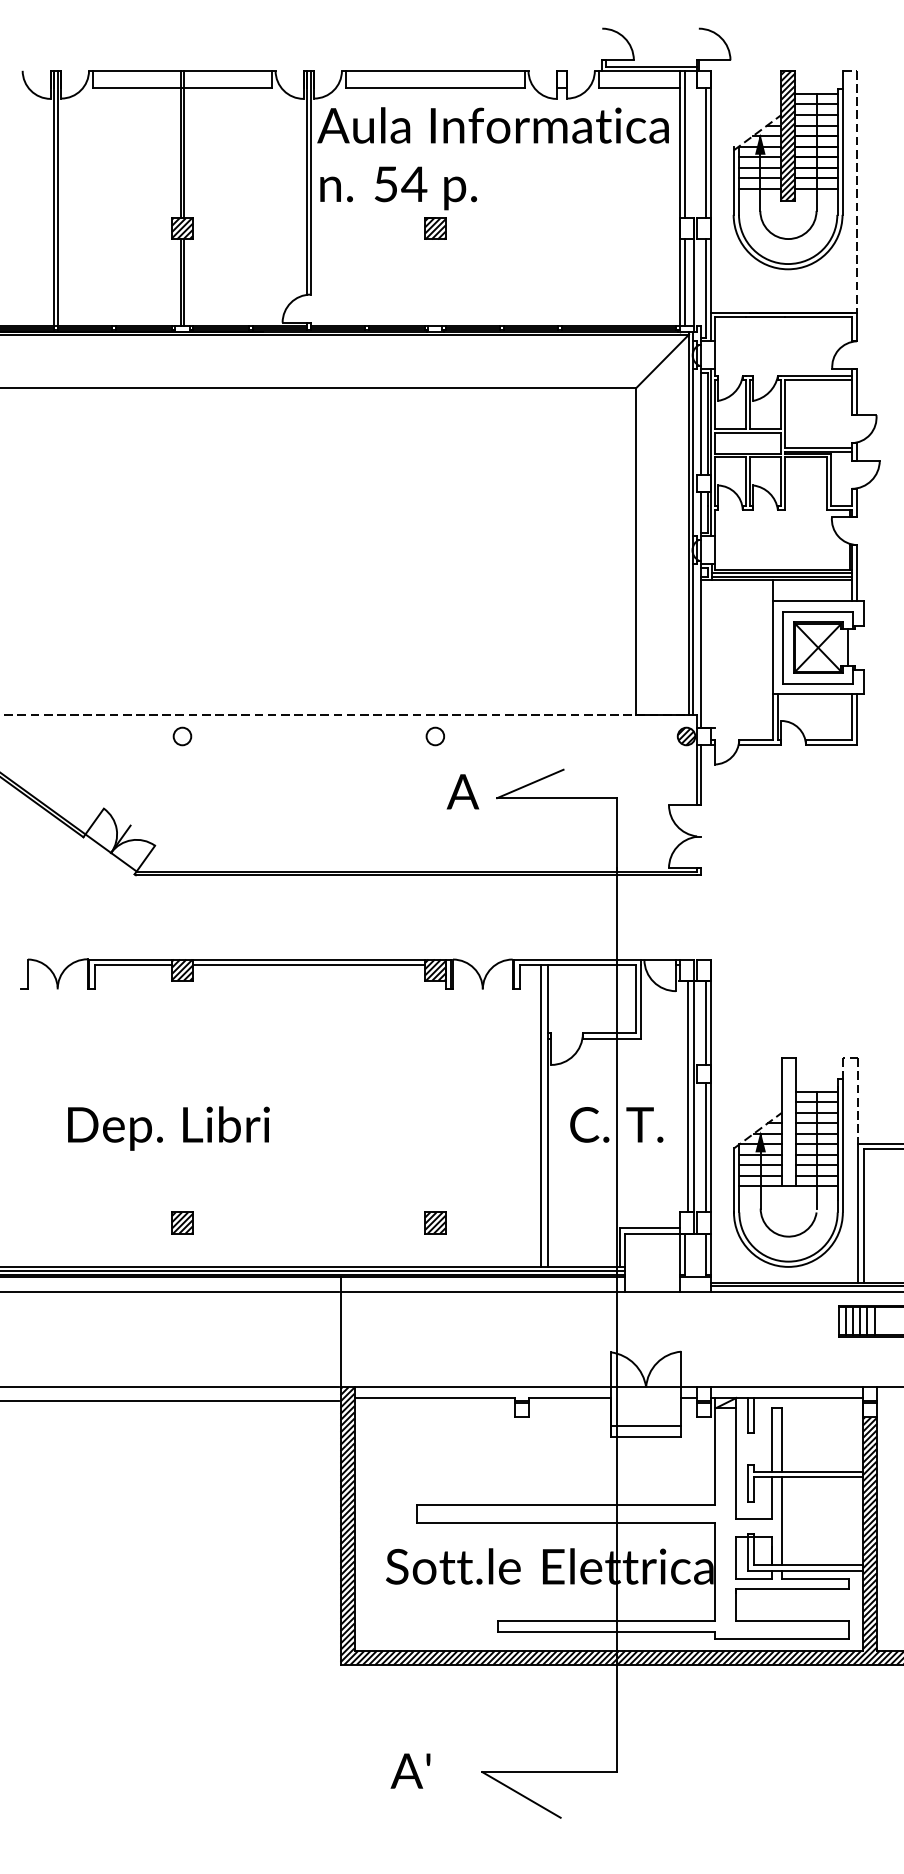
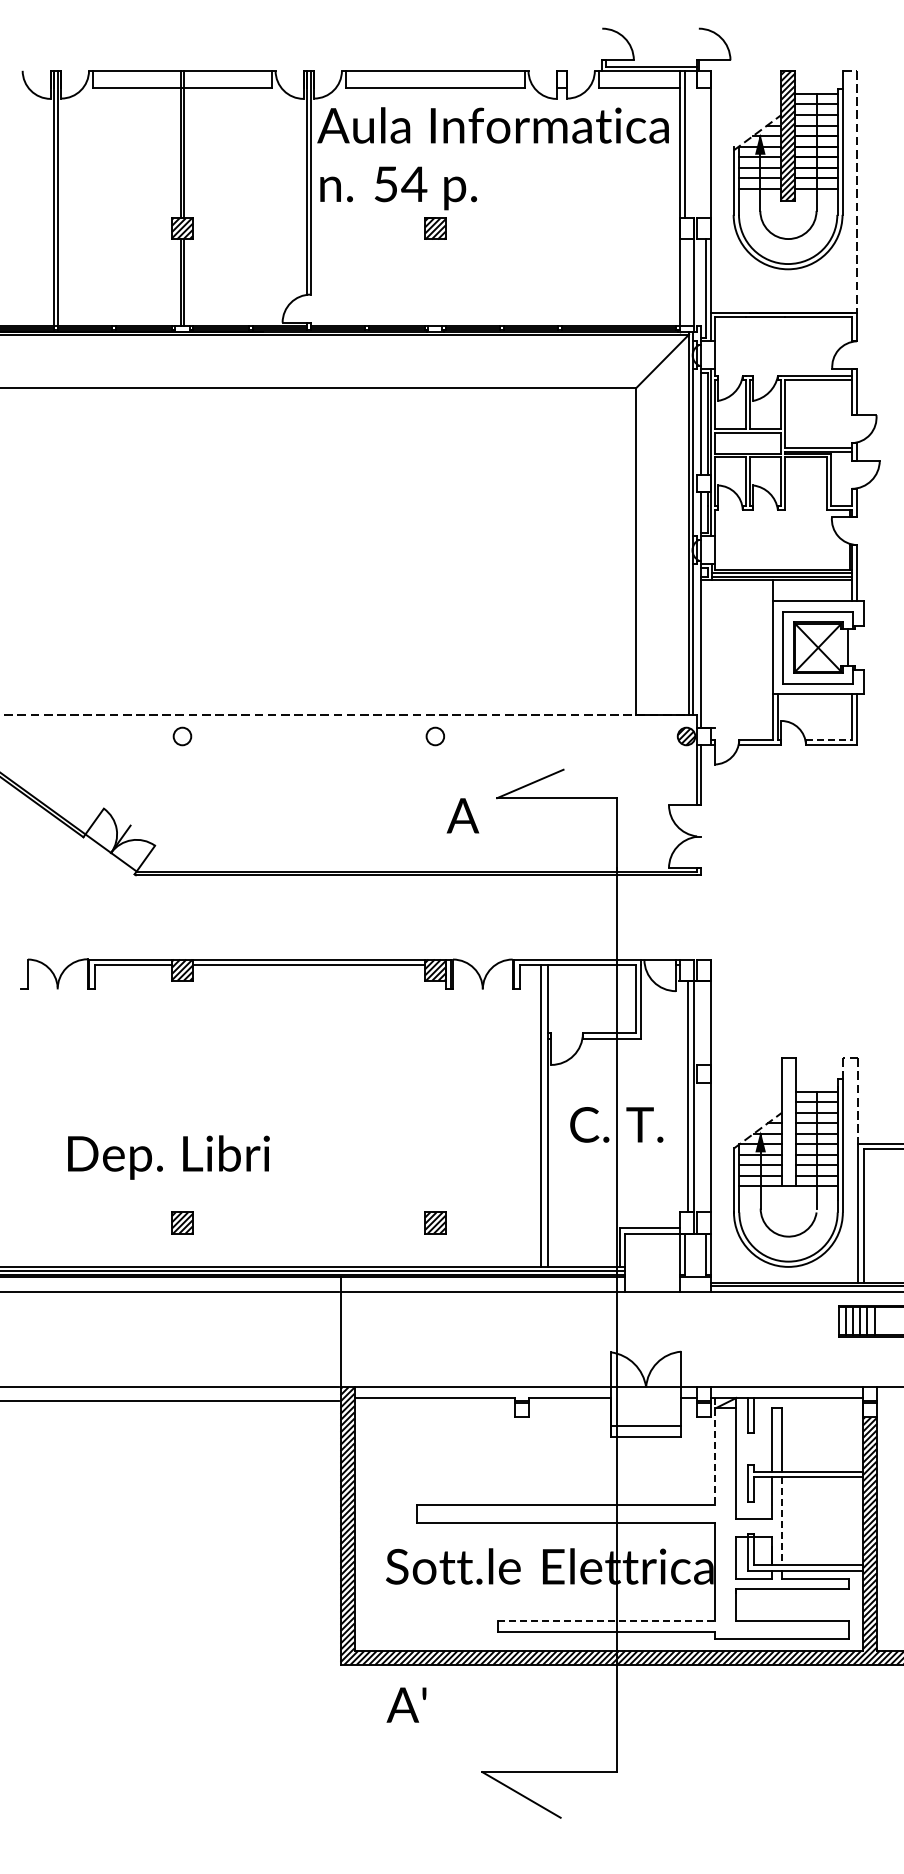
line at (705, 153): present -> none
line at (684, 282): present -> none
line at (828, 740): solid -> dashed
text at (462, 791) position: (462, 791) -> (462, 815)
line at (705, 1022): present -> none
text at (168, 1128) position: (168, 1128) -> (168, 1157)
line at (705, 1147): present -> none
line at (715, 1451): solid -> dashed
line at (782, 1521): solid -> dashed
line at (606, 1621): solid -> dashed
text at (410, 1770) position: (410, 1770) -> (406, 1704)
